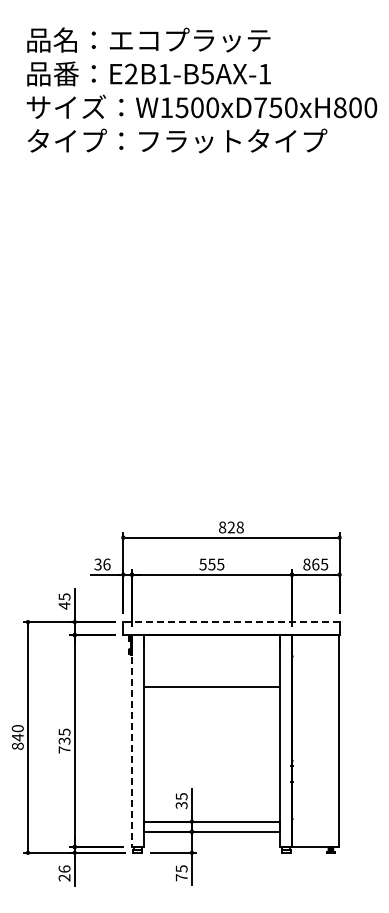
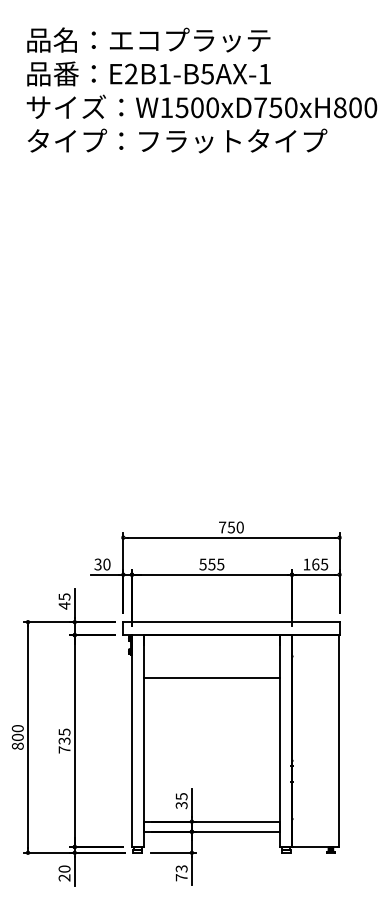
text at (231, 527): 828 -> 750
text at (106, 564): 36 -> 30
text at (306, 564): 865 -> 165
line at (230, 622): dashed -> solid
line at (211, 687) position: (211, 687) -> (211, 678)
text at (17, 737): 840 -> 800
line at (131, 741): dashed -> solid
text at (64, 868): 26 -> 20
text at (180, 868): 75 -> 73
